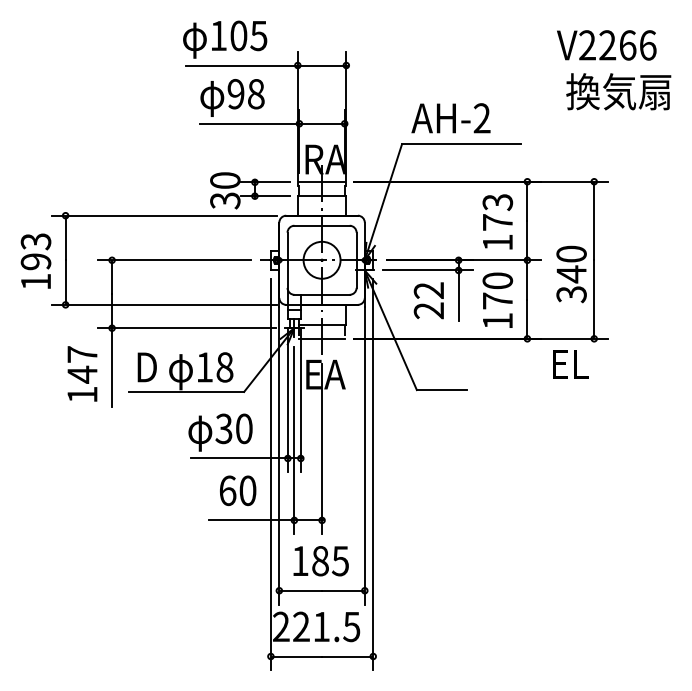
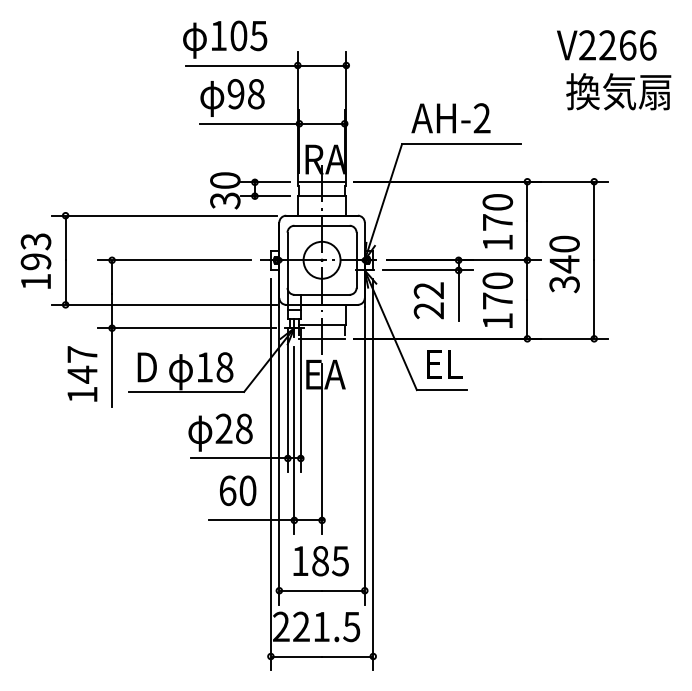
text at (497, 202): 173 -> 170
text at (571, 274) position: (571, 274) -> (564, 264)
text at (570, 364) position: (570, 364) -> (444, 364)
text at (233, 429): 30 -> 28
